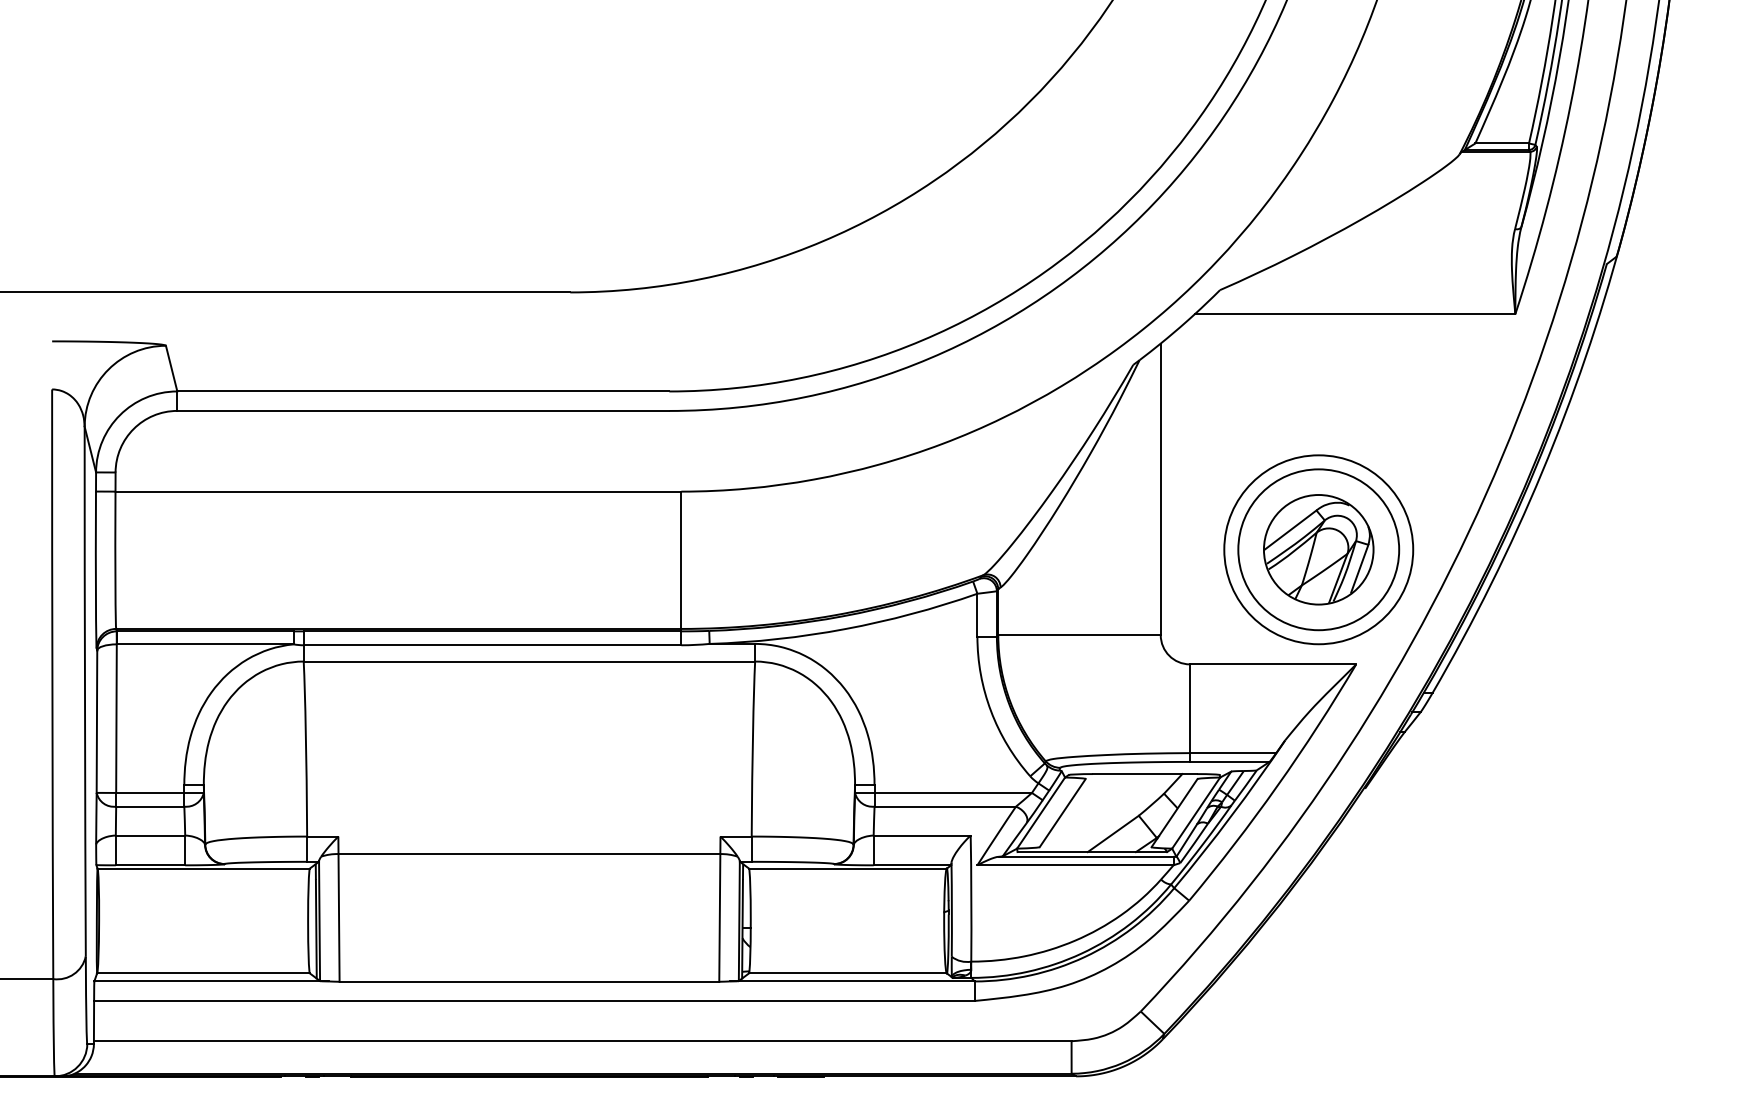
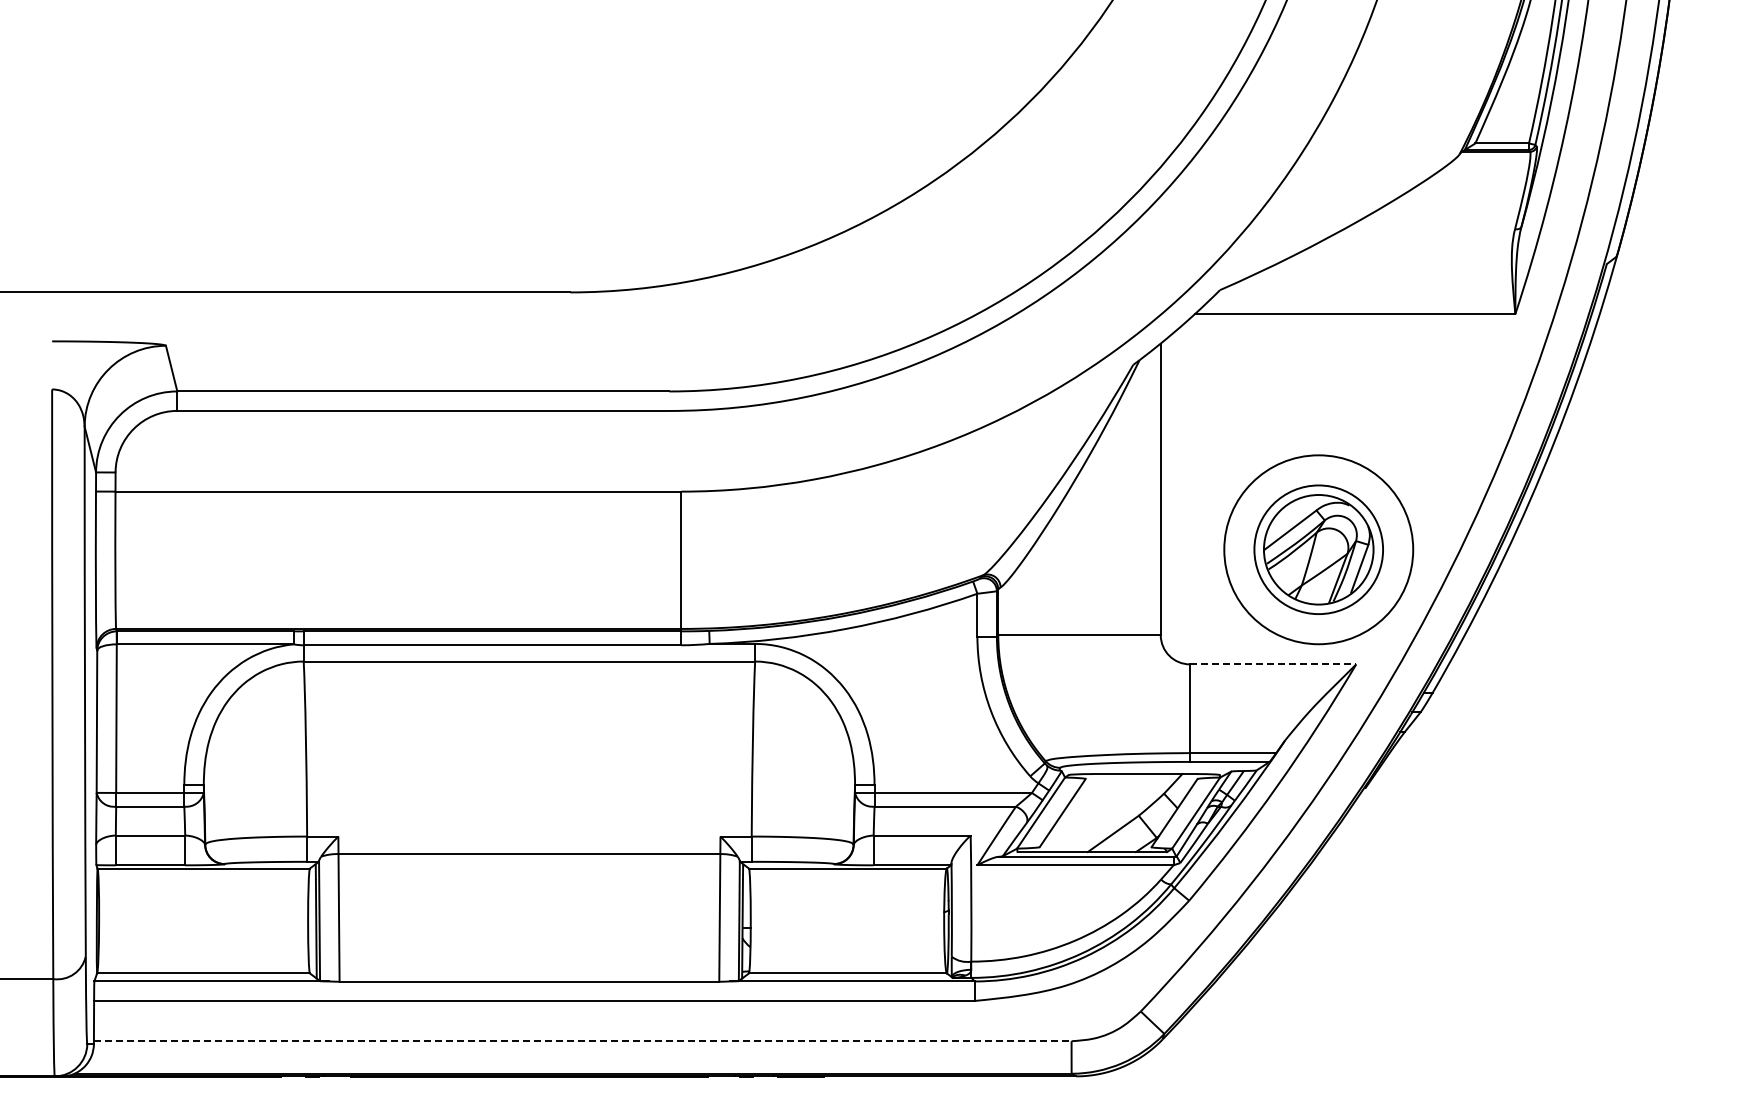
circle at (1318, 549) diameter: 161 px -> 129 px
line at (1273, 664): solid -> dashed
line at (582, 1041): solid -> dashed
